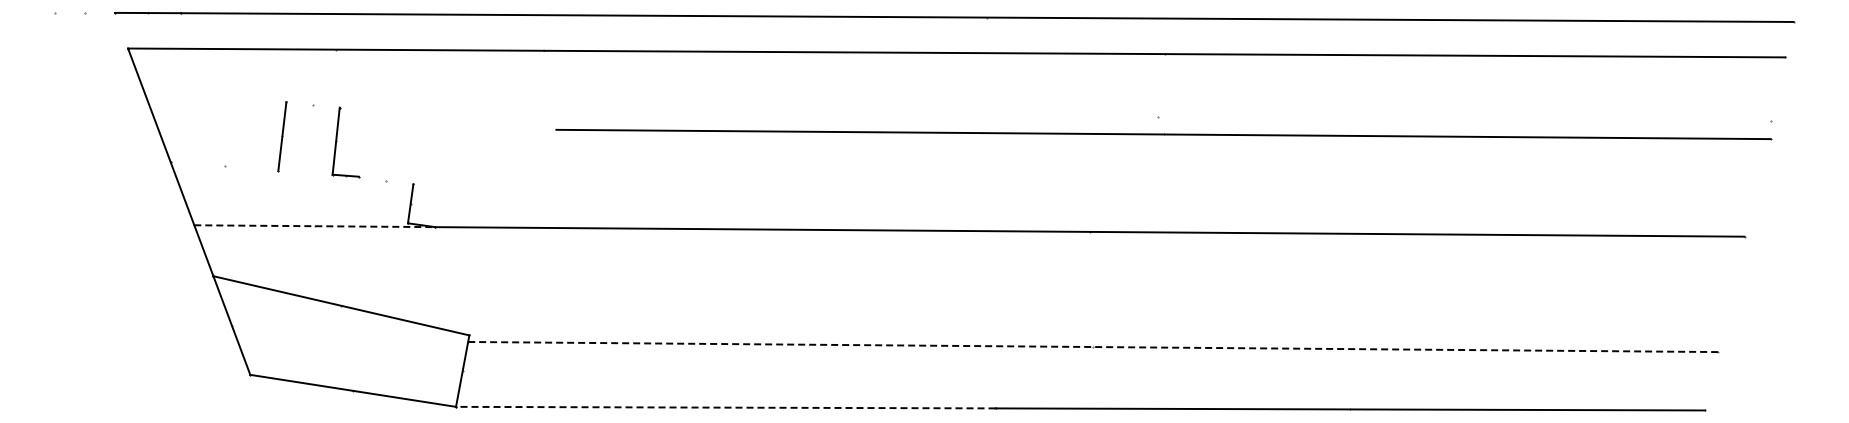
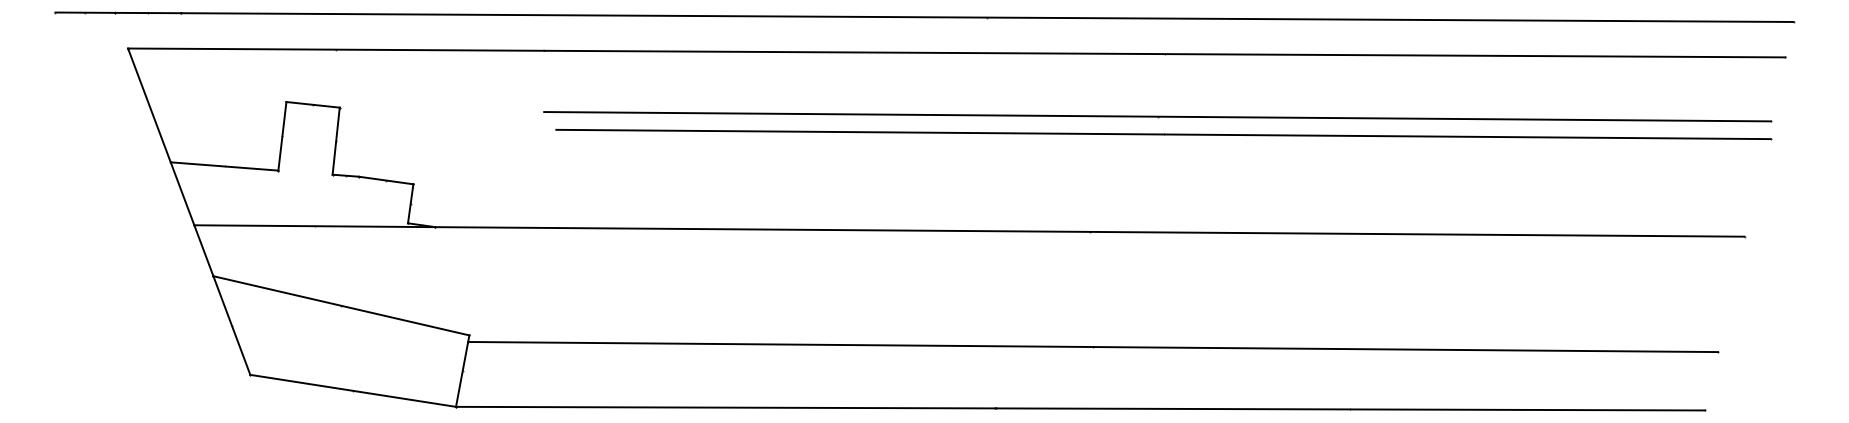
line at (84, 12): none -> present
line at (312, 104): none -> present
line at (1157, 116): none -> present
line at (224, 166): none -> present
line at (385, 180): none -> present
line at (314, 226): dashed -> solid
line at (1093, 347): dashed -> solid
line at (725, 407): dashed -> solid
